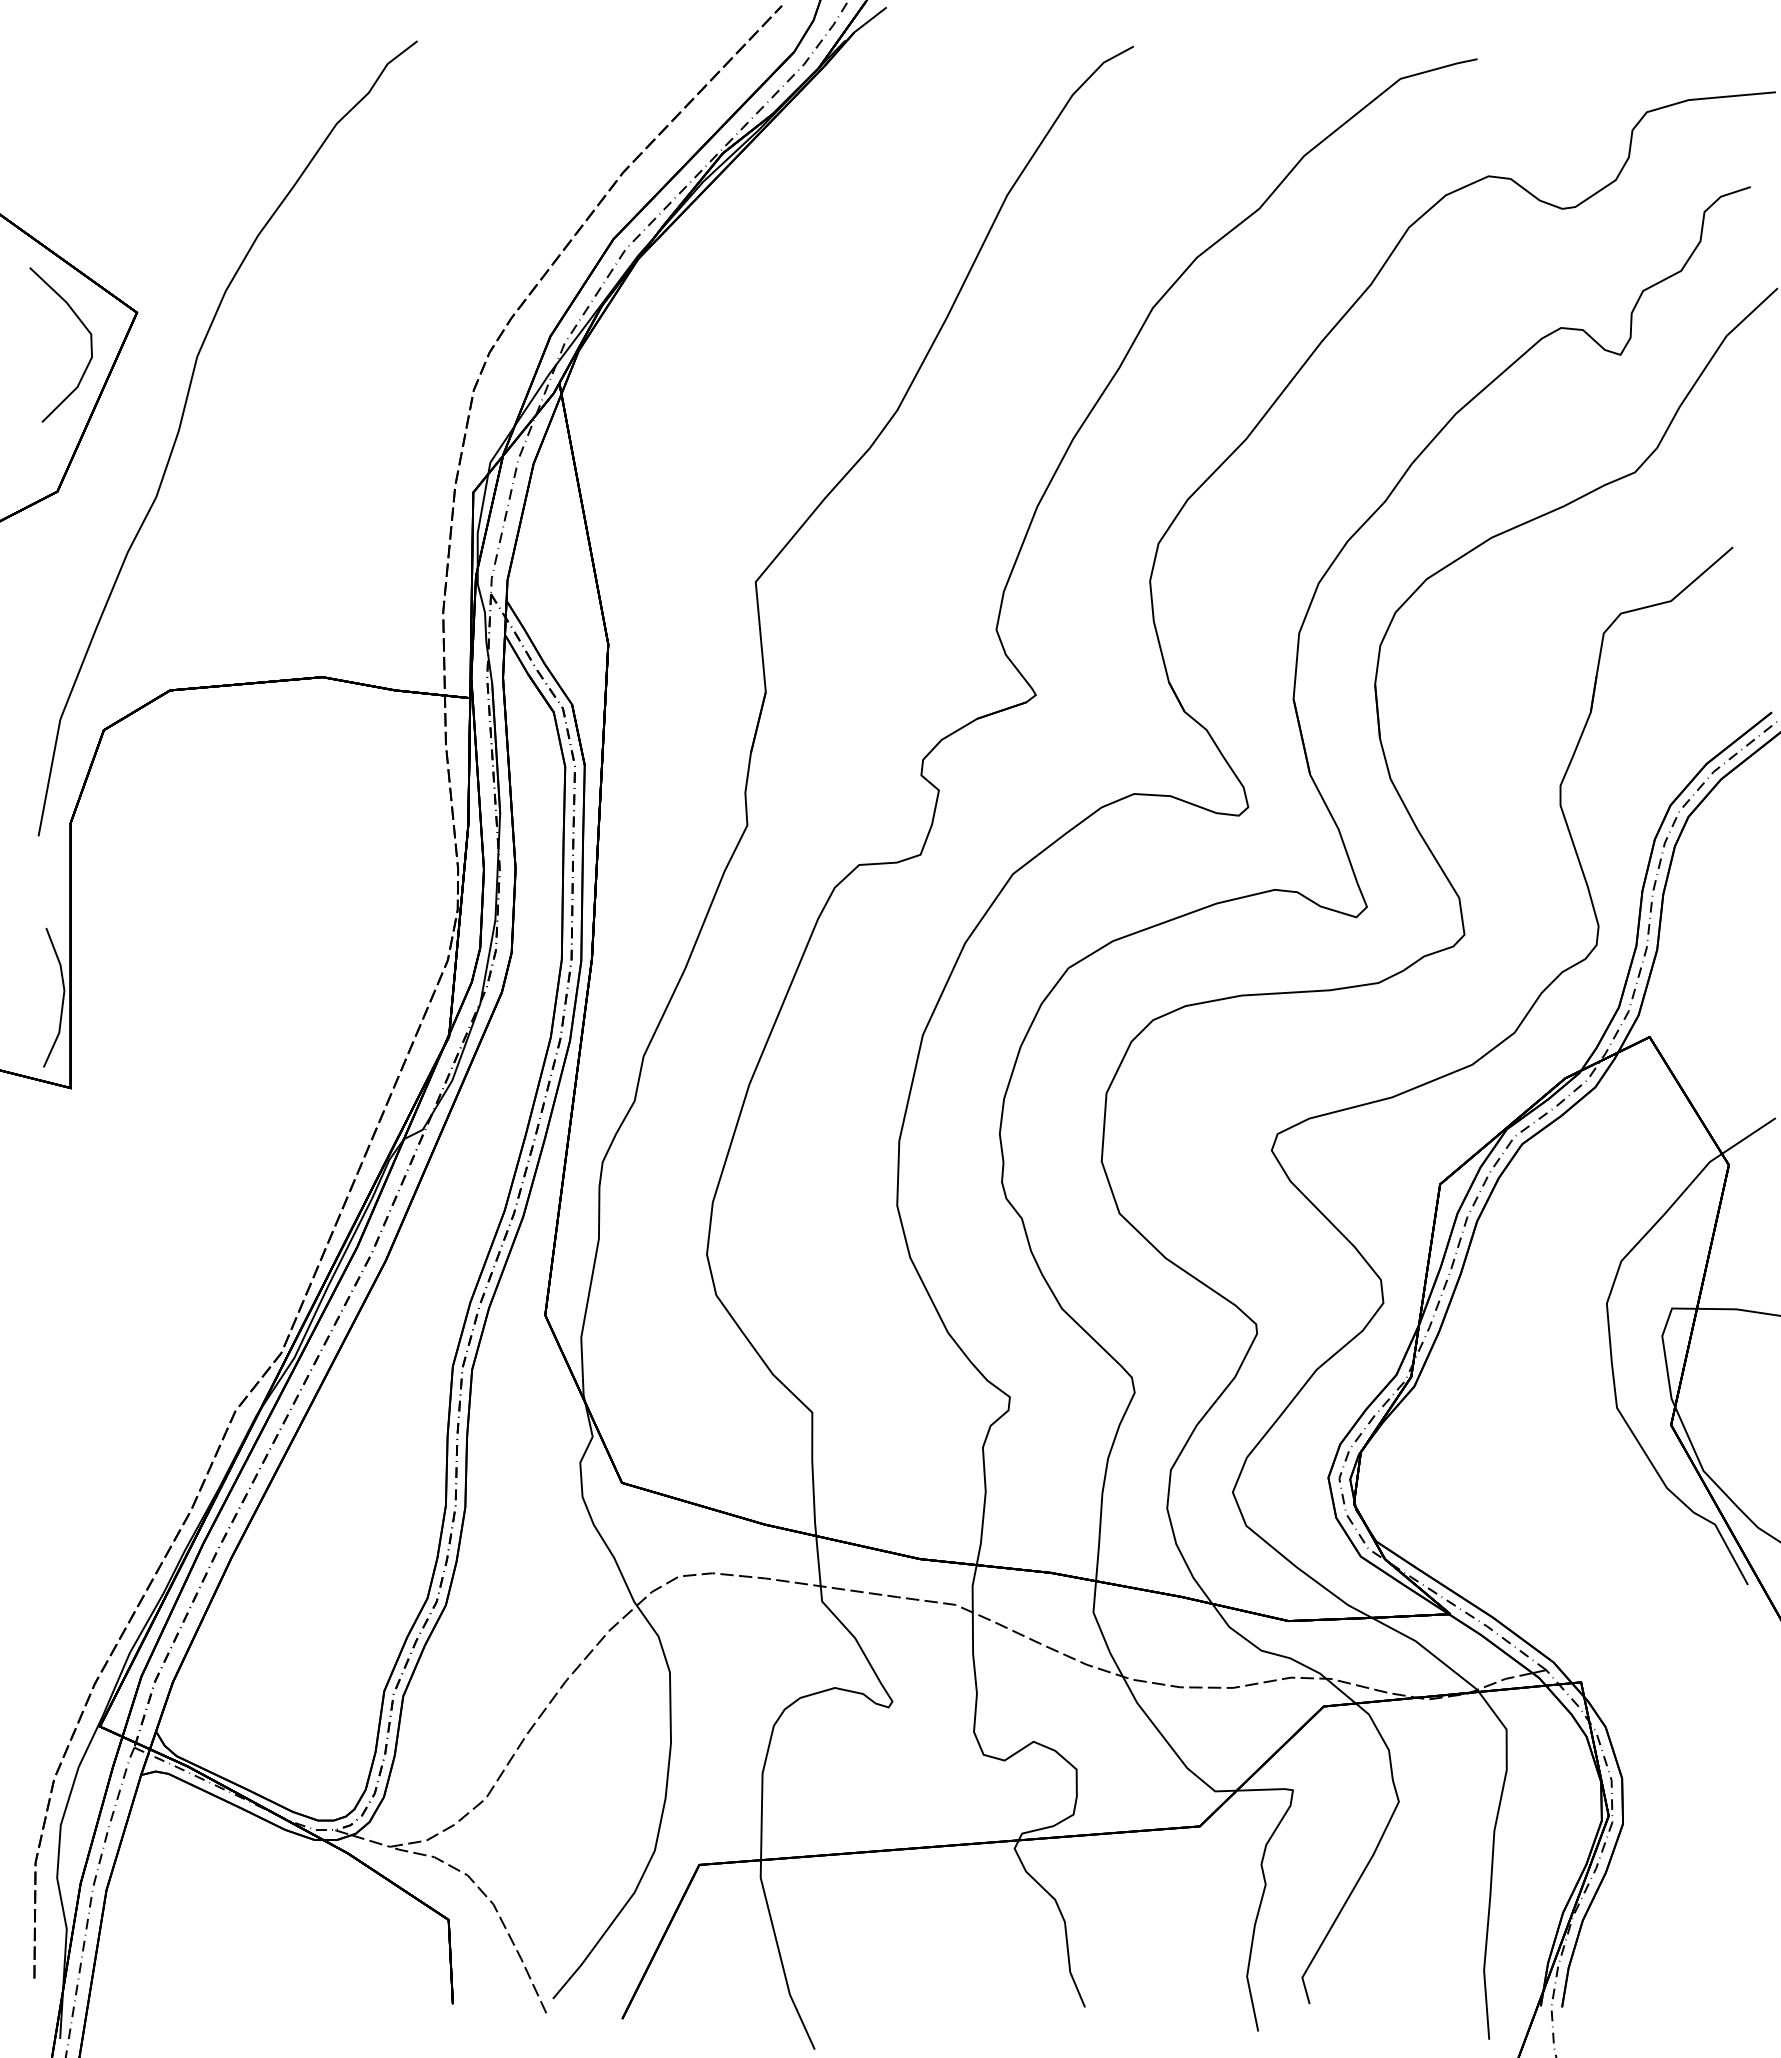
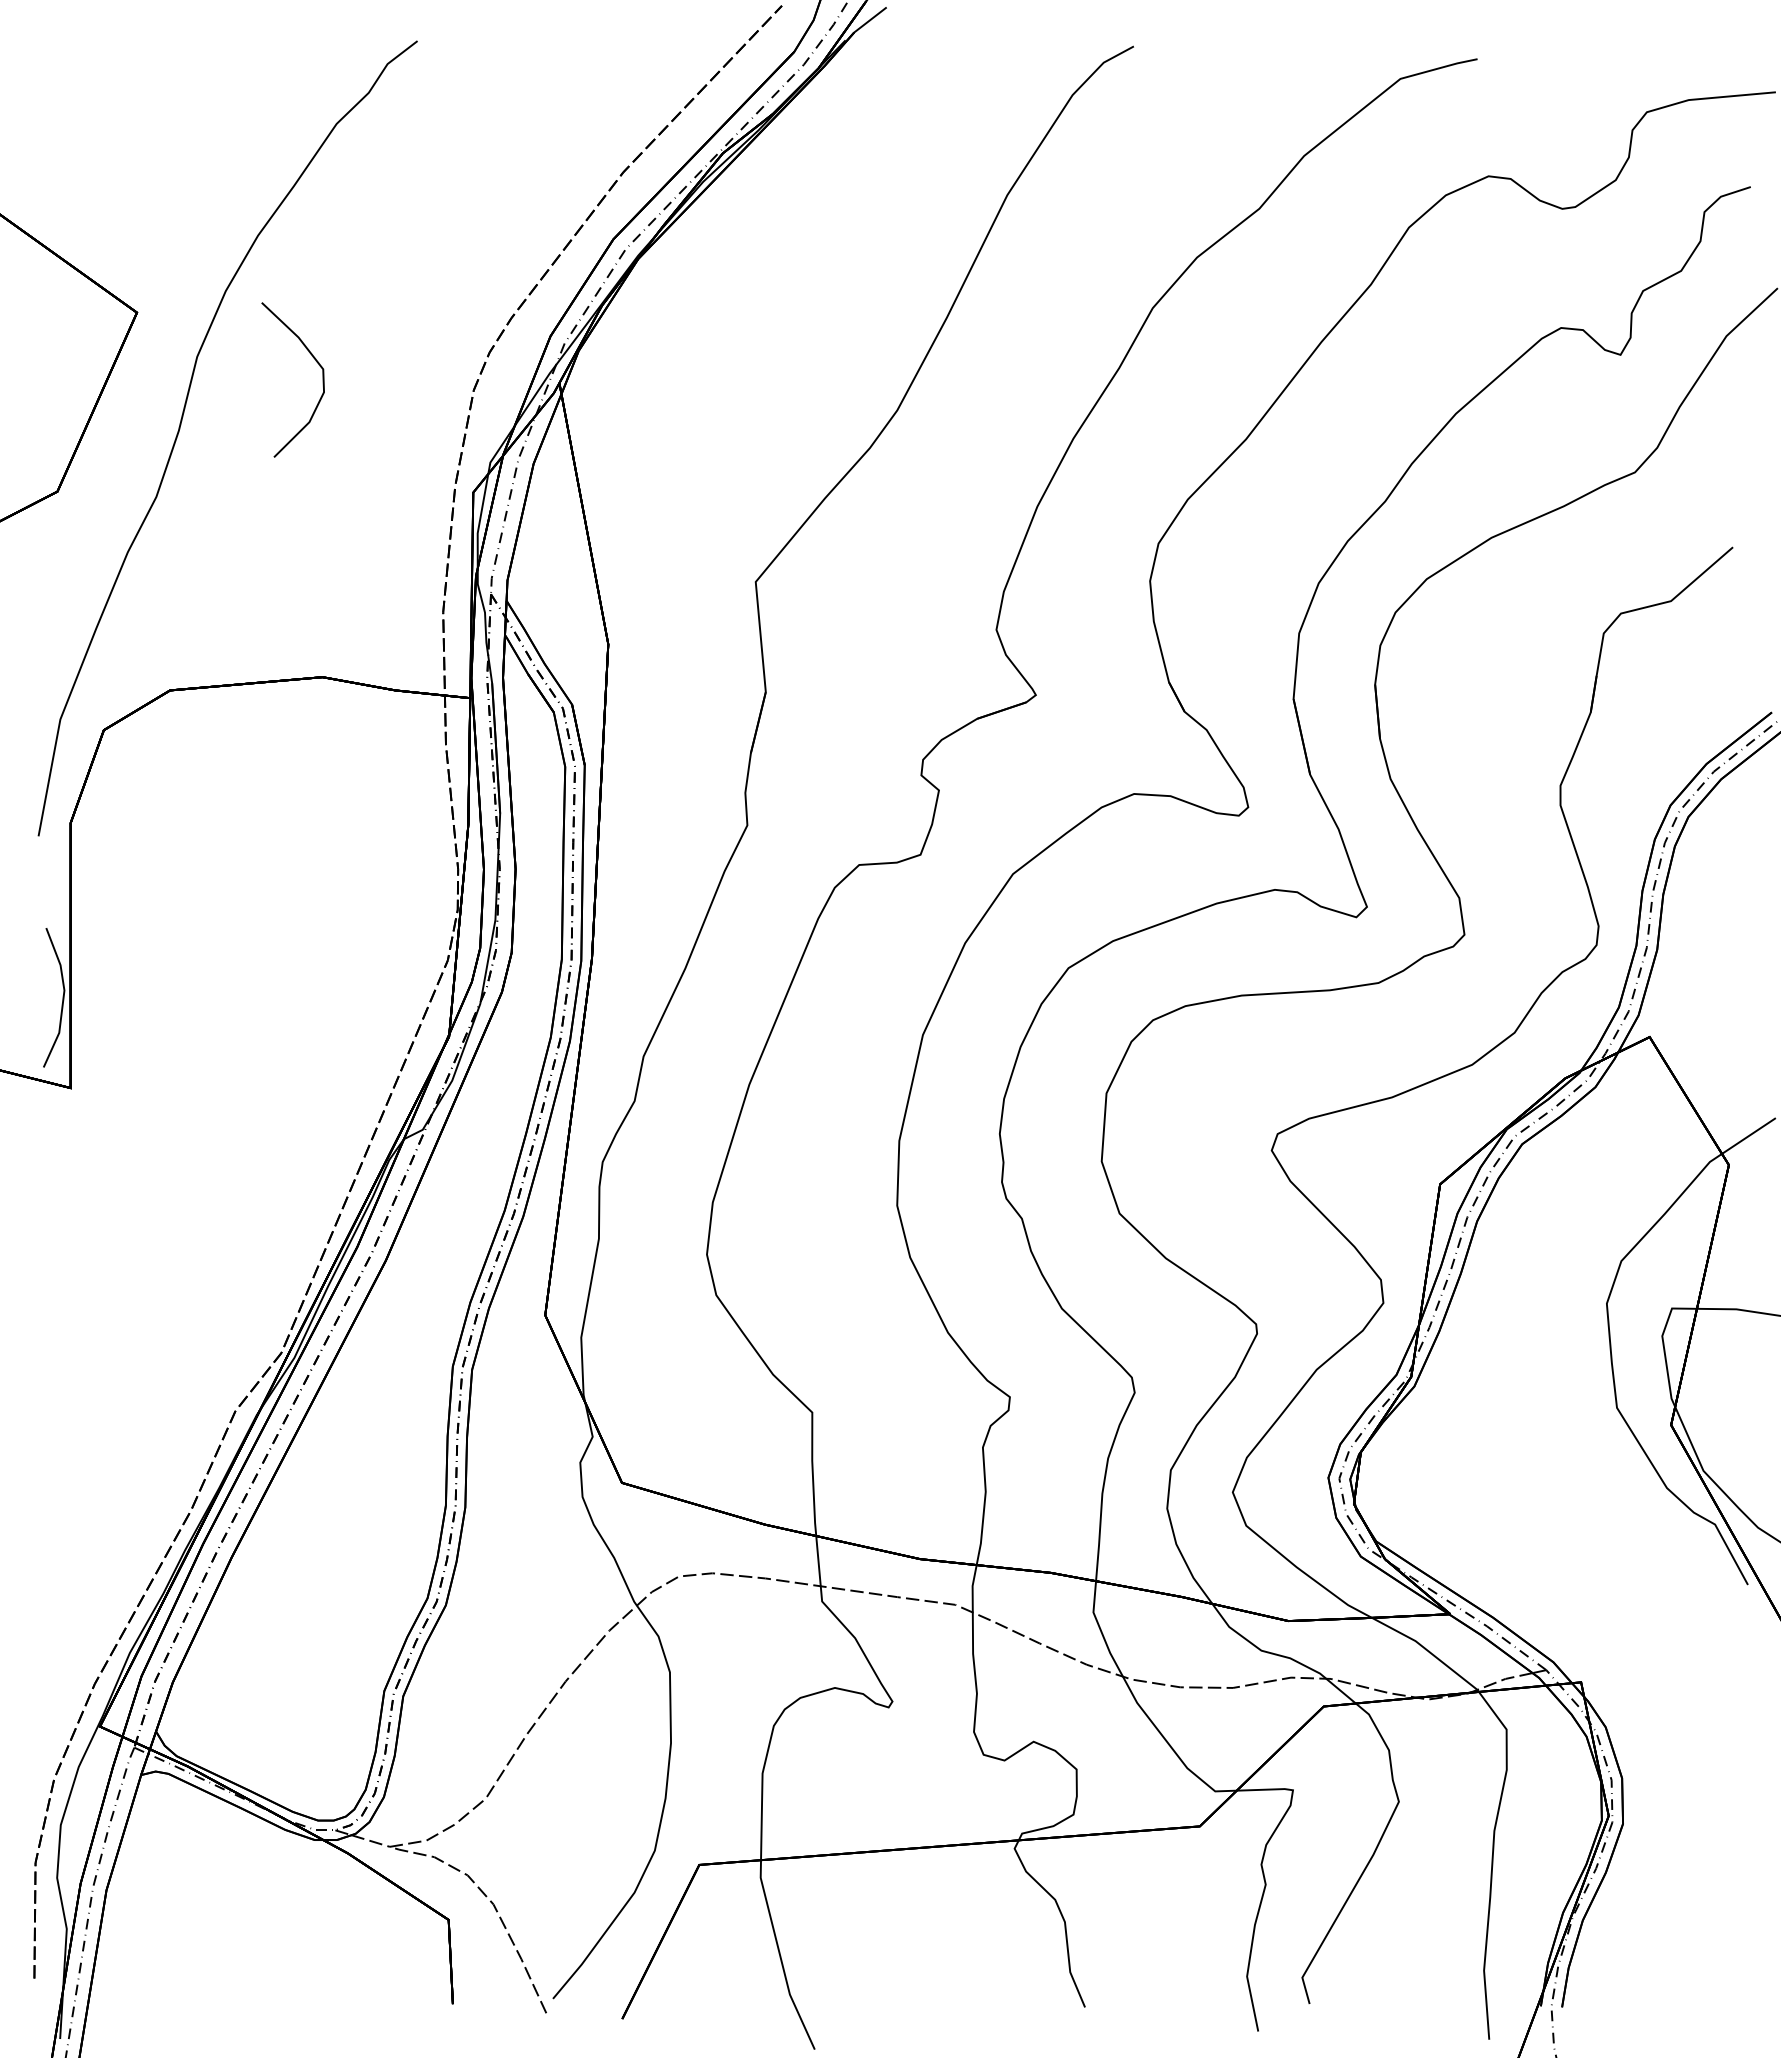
curve at (84, 327) position: (84, 327) -> (316, 362)
